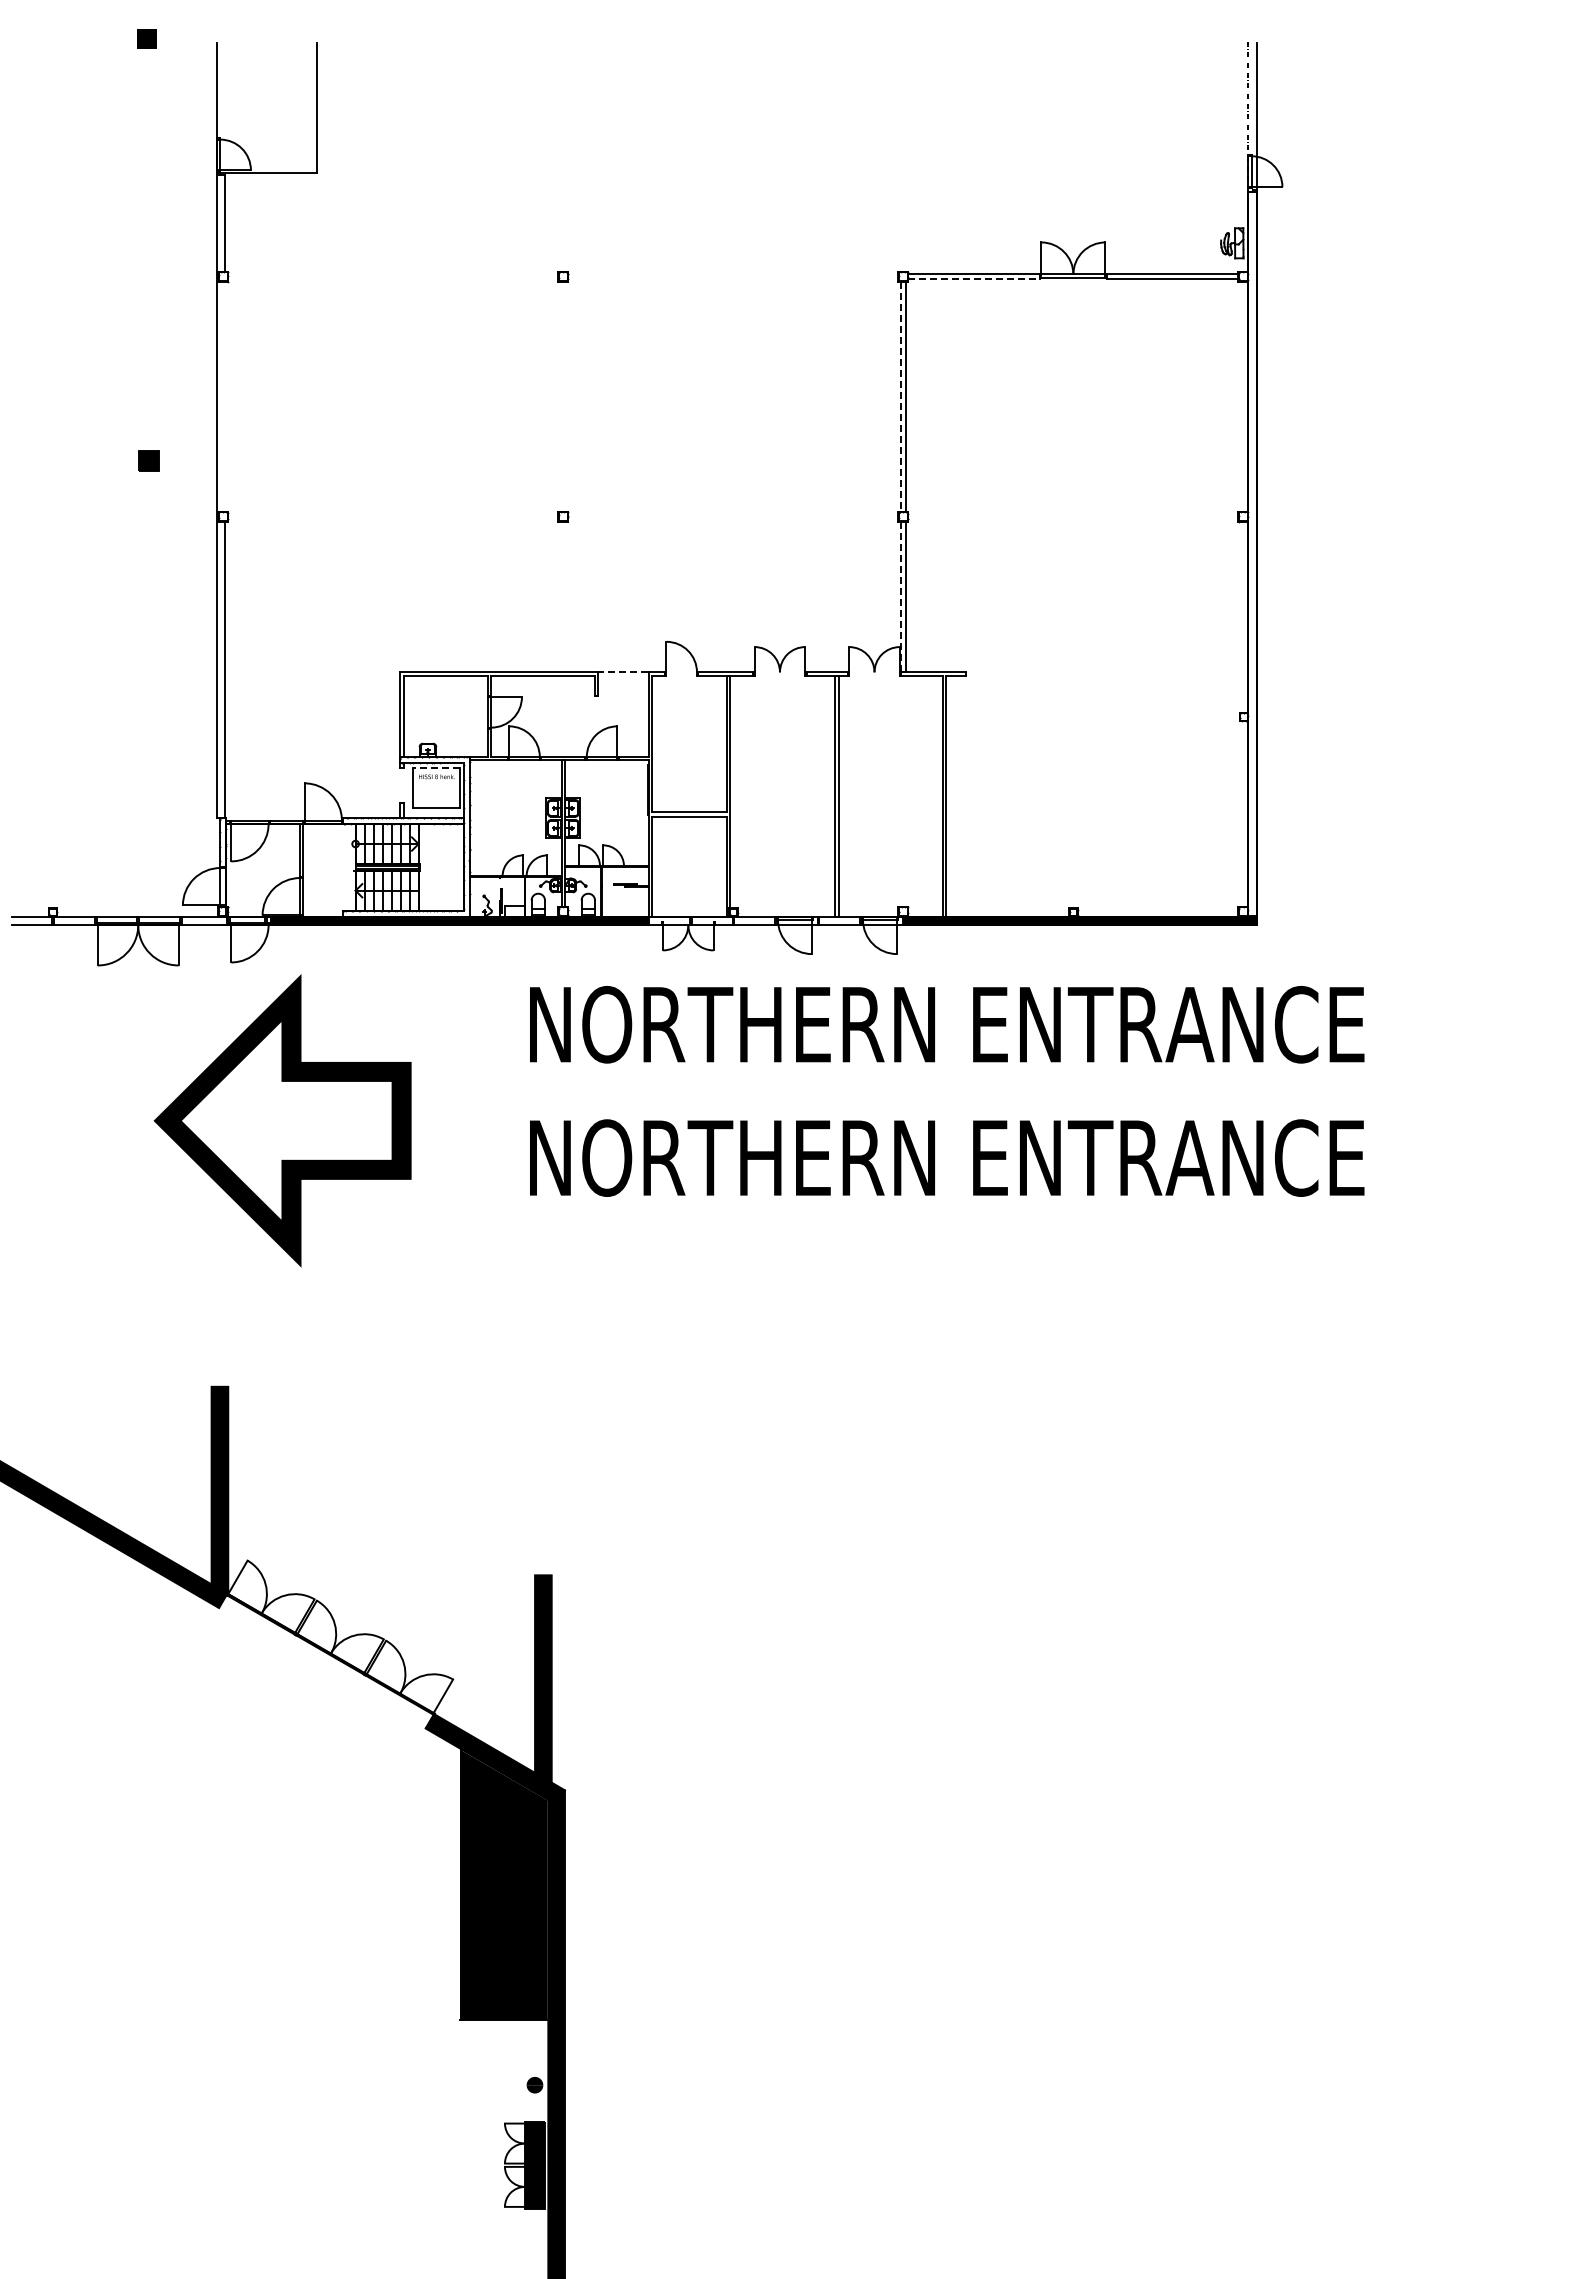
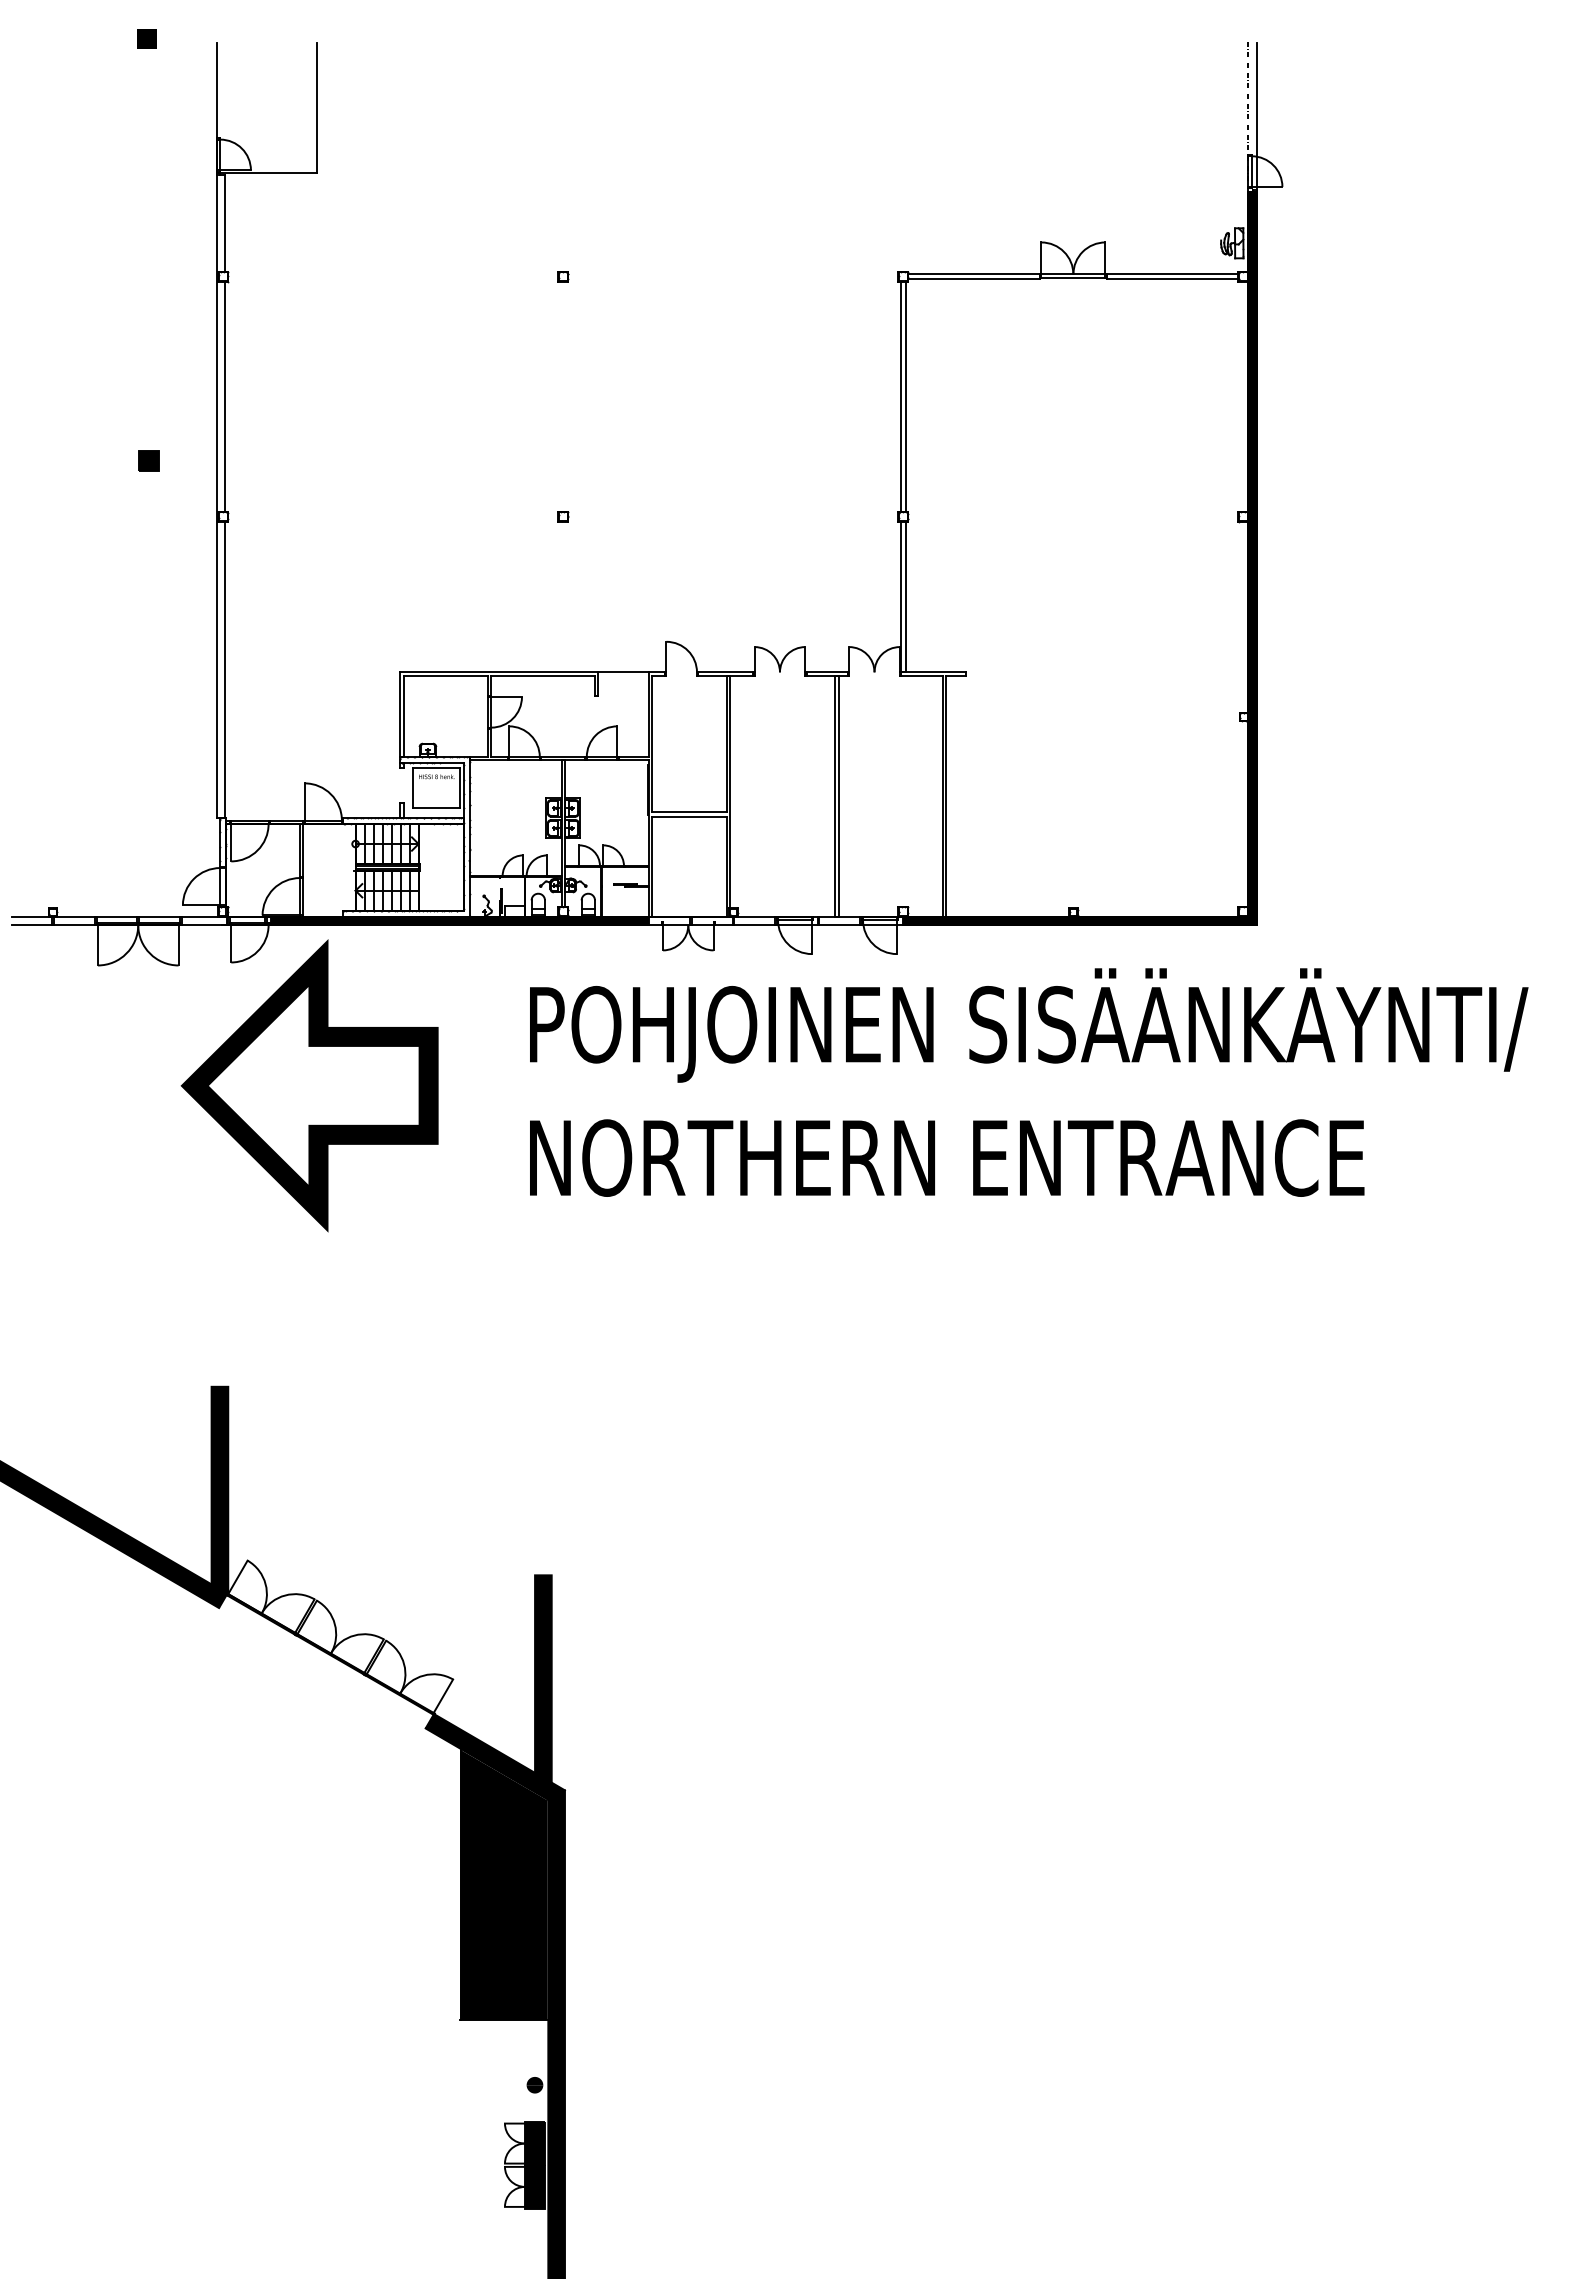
line at (974, 278): dashed -> solid
line at (224, 396): none -> present
line at (901, 397): dashed -> solid
fill at (1252, 554): none -> present
line at (901, 597): dashed -> solid
line at (622, 672): dashed -> solid
line at (436, 768): dashed -> solid
text at (1032, 1025): NORTHERN ENTRANCE -> POHJOINEN SISÄÄNKÄYNTI/
part at (282, 1120) position: (282, 1120) -> (309, 1085)
